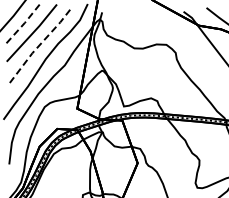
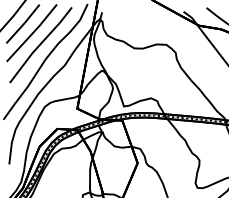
line at (23, 24): dashed -> solid
line at (40, 44): dashed -> solid
